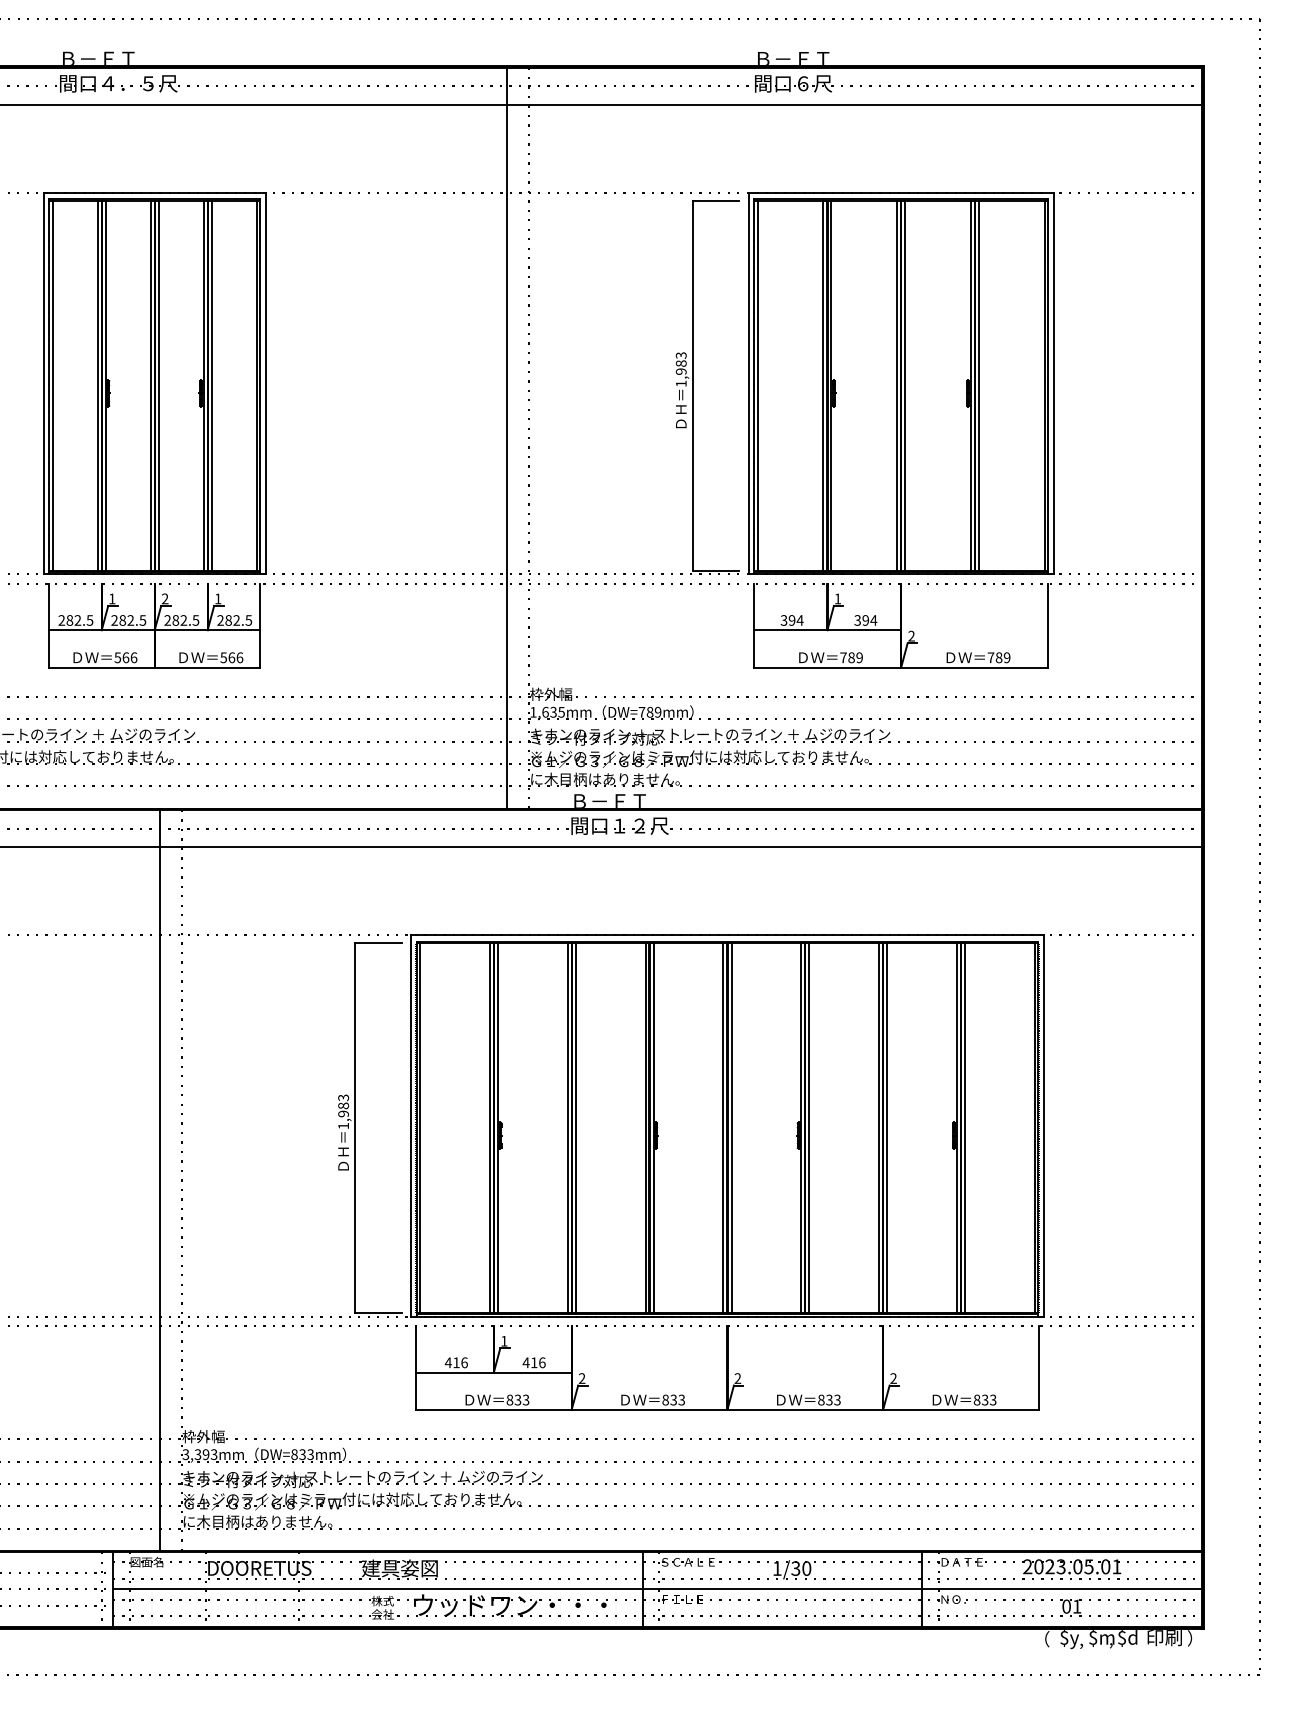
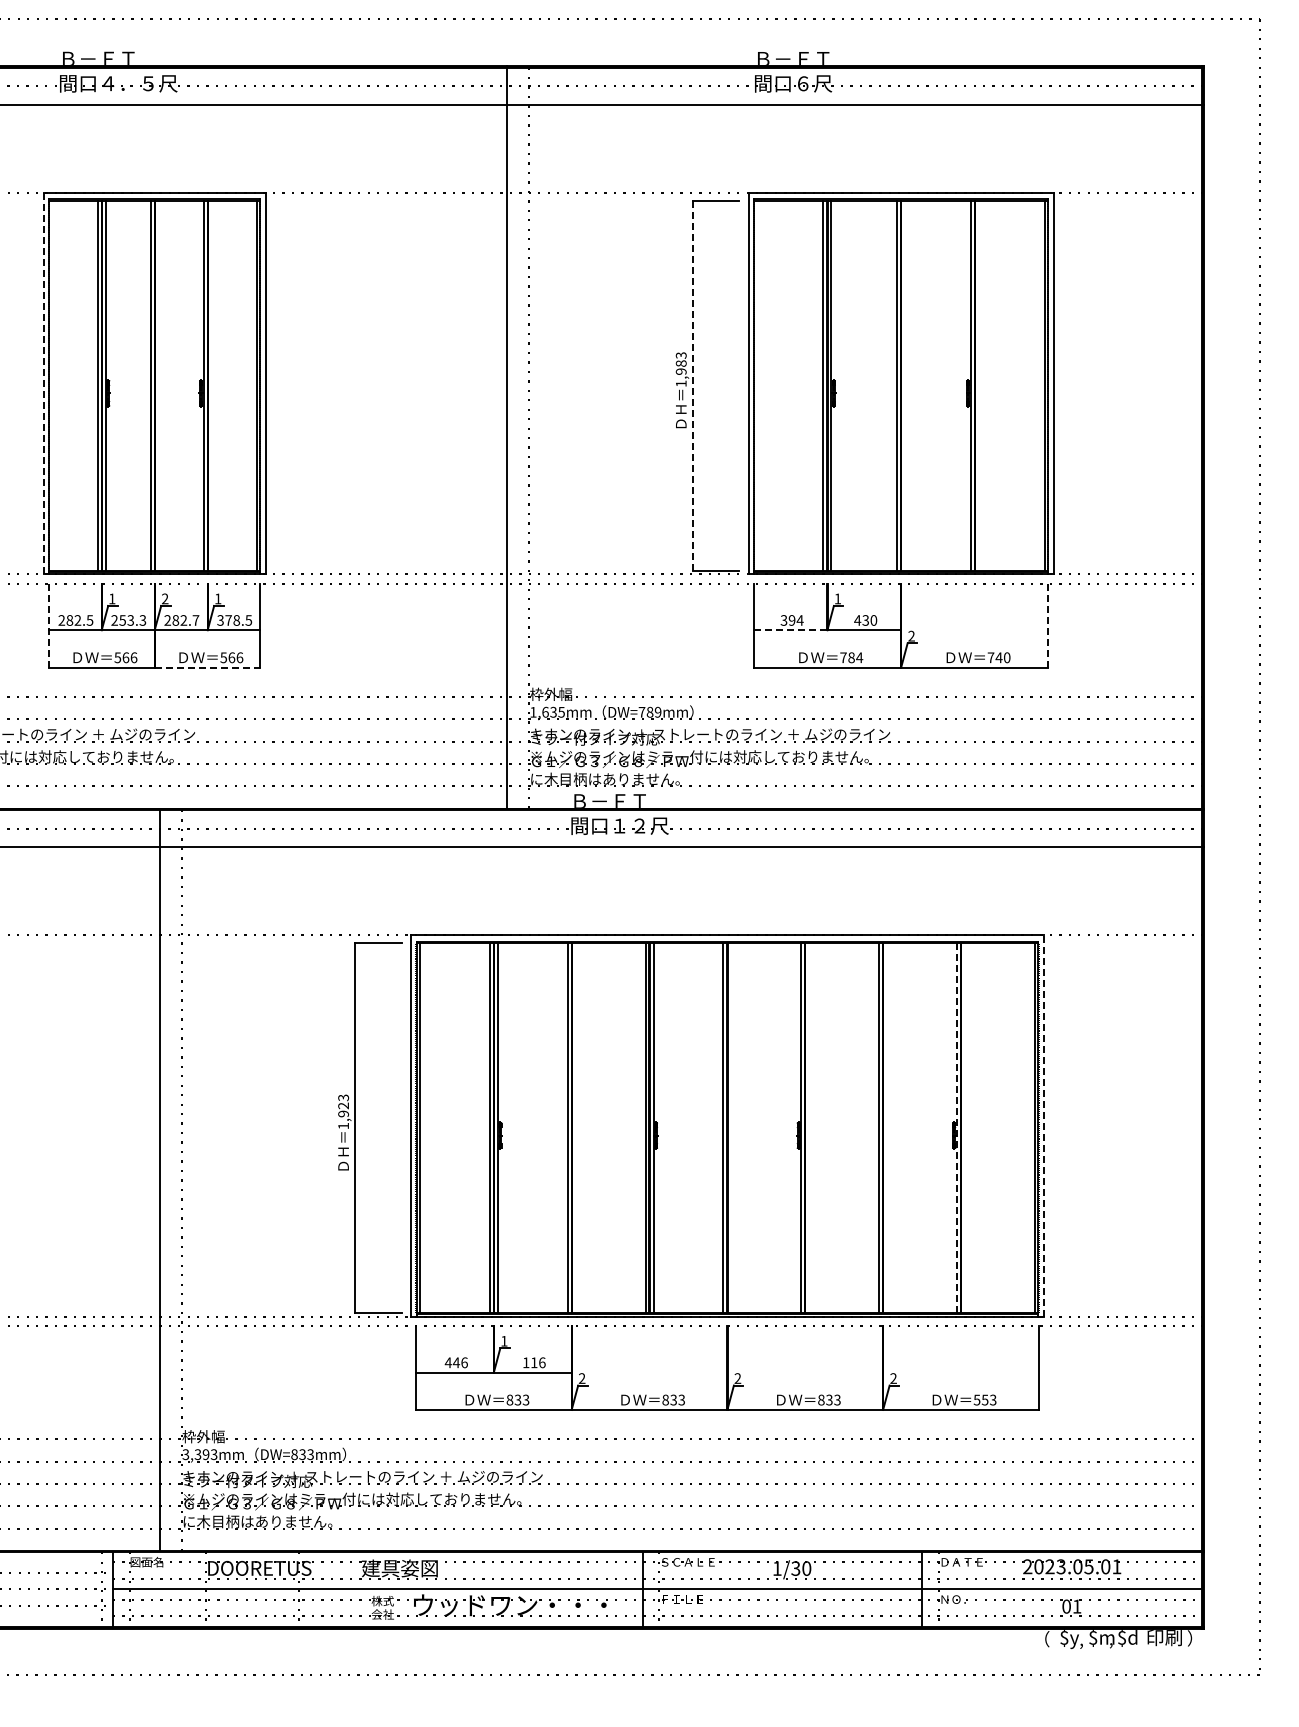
line at (43, 383): solid -> dashed
line at (52, 385): present -> none
line at (158, 385): present -> none
line at (211, 385): present -> none
line at (692, 385): solid -> dashed
line at (757, 385): present -> none
line at (905, 385): present -> none
line at (978, 385): present -> none
text at (132, 620): 282.5 -> 253.3
text at (195, 620): 282.5 -> 282.7
text at (228, 620): 282.5 -> 378.5
text at (865, 620): 394 -> 430
line at (48, 625): solid -> dashed
line at (1048, 625): solid -> dashed
line at (790, 630): solid -> dashed
text at (859, 657): 789 -> 784
text at (1002, 657): 789 -> 740
line at (207, 667): solid -> dashed
text at (343, 1105): 1,983 -> 1,923
line at (1043, 1125): solid -> dashed
line at (575, 1127): present -> none
line at (731, 1127): present -> none
line at (809, 1127): present -> none
line at (887, 1127): present -> none
line at (956, 1127): solid -> dashed
line at (964, 1127): present -> none
text at (456, 1362): 416 -> 446
text at (525, 1362): 416 -> 116
text at (980, 1399): 833 -> 553
